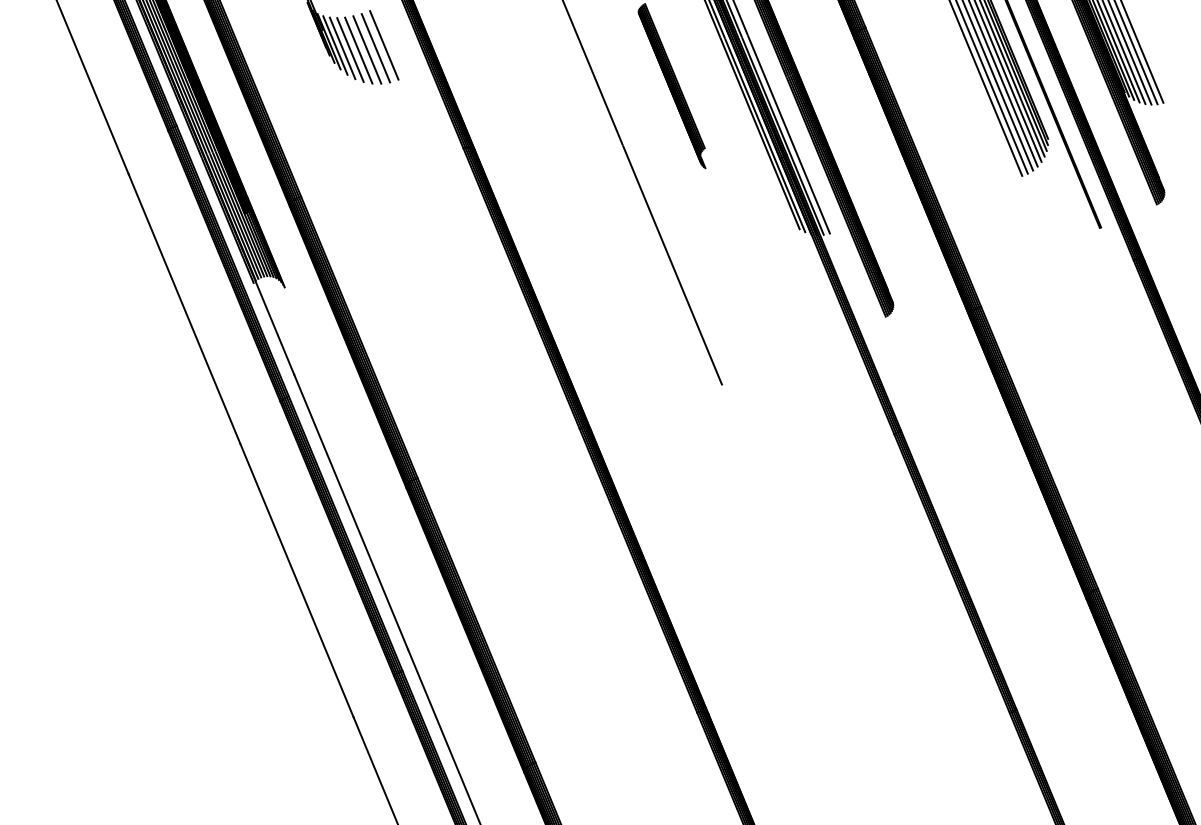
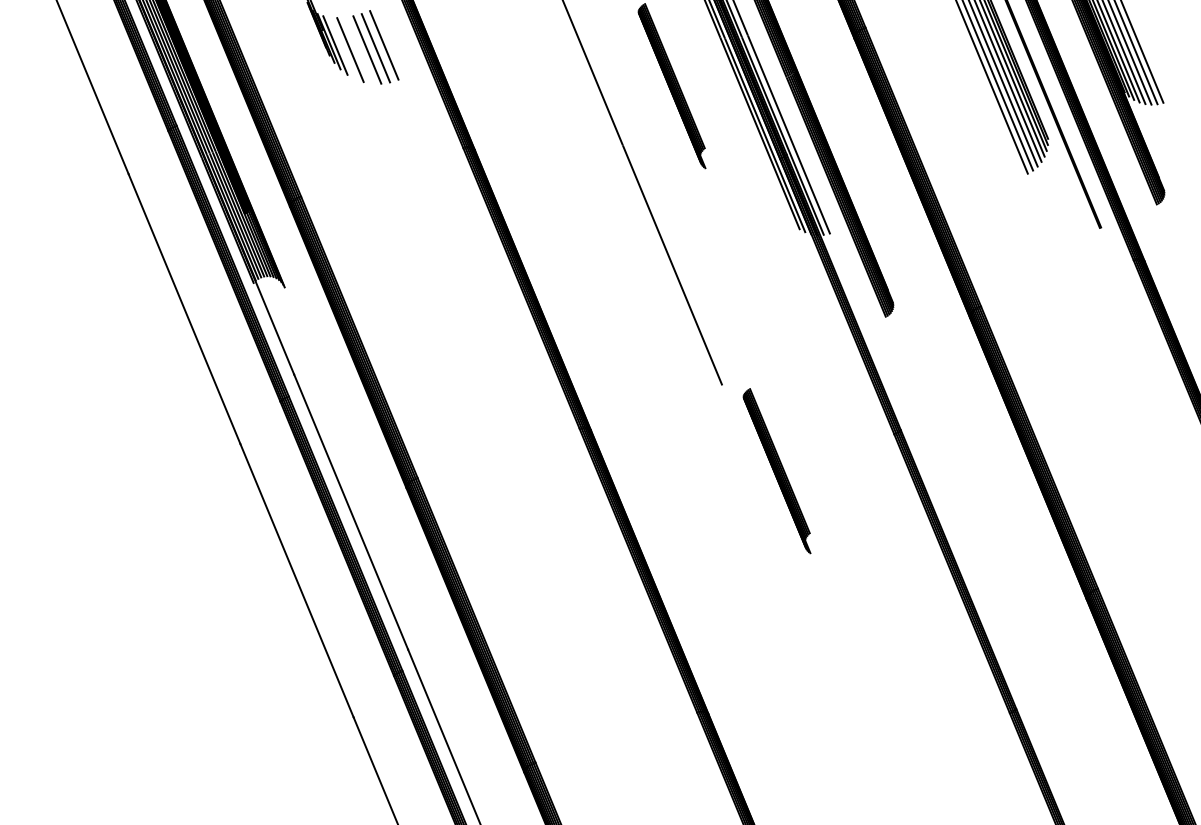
line at (342, 47): present -> none
line at (358, 50): present -> none
line at (986, 89): present -> none
part at (776, 471): none -> present
